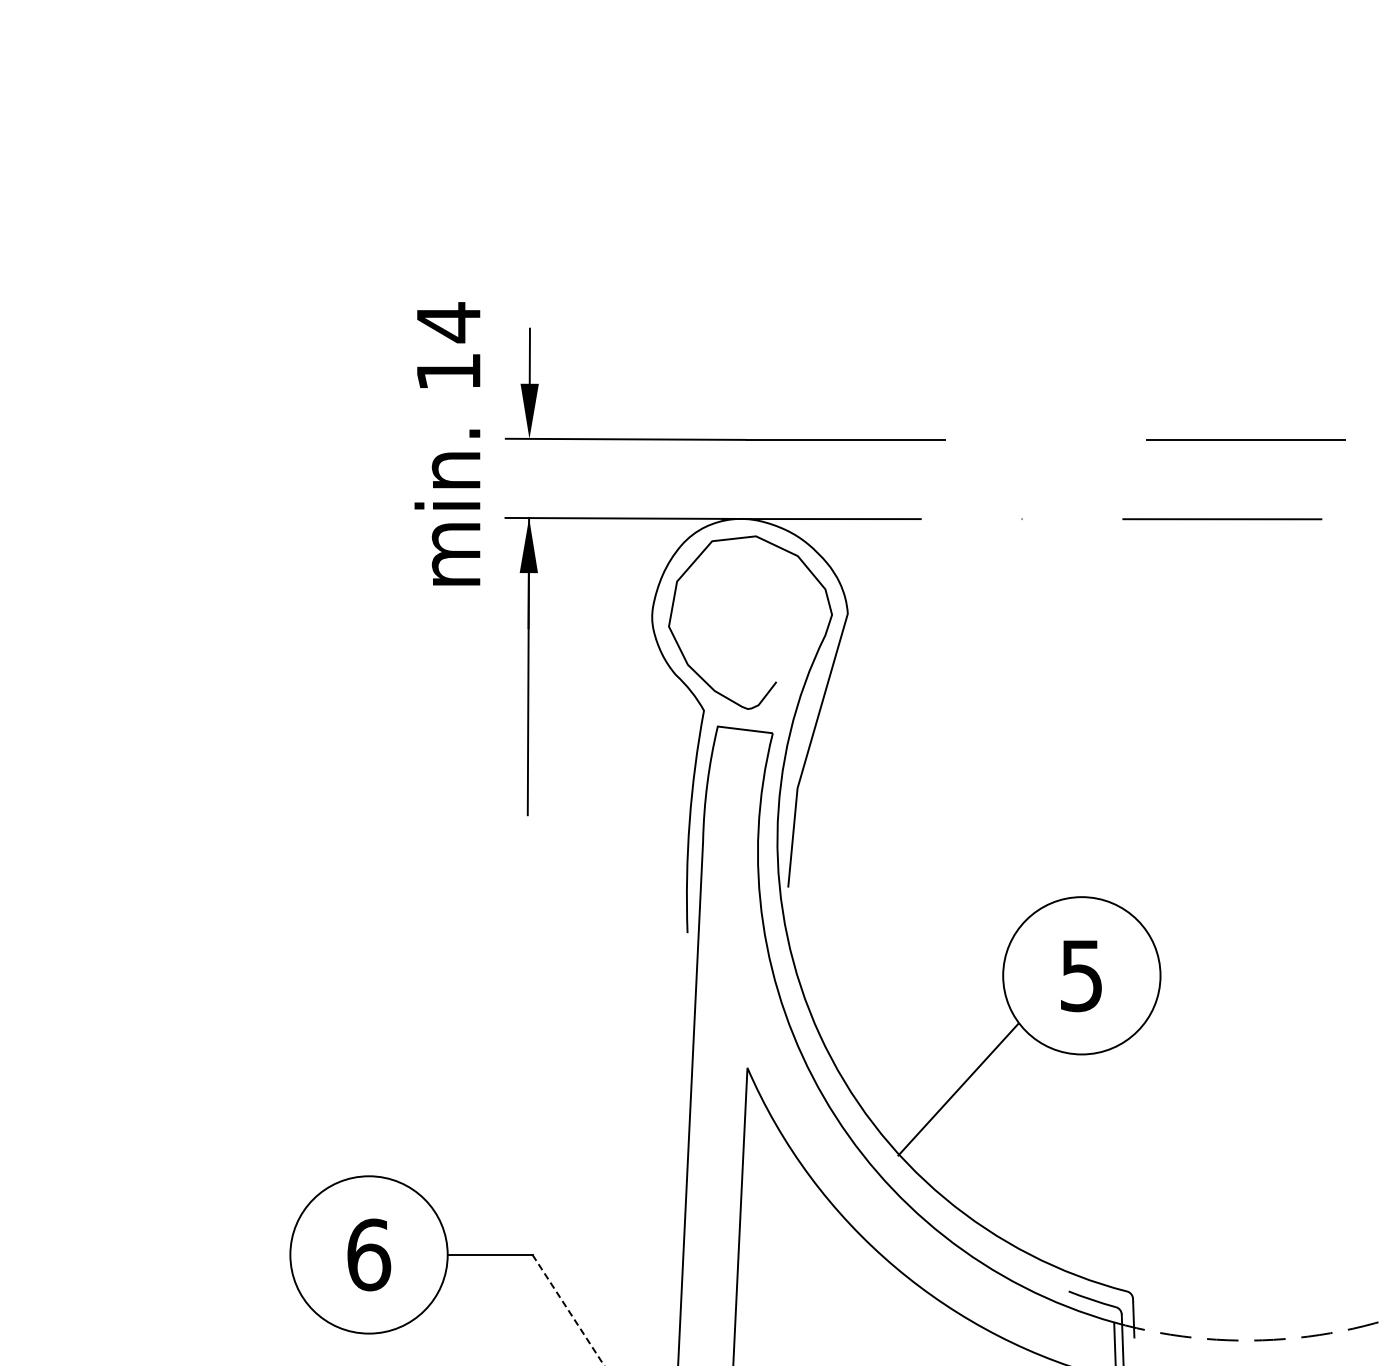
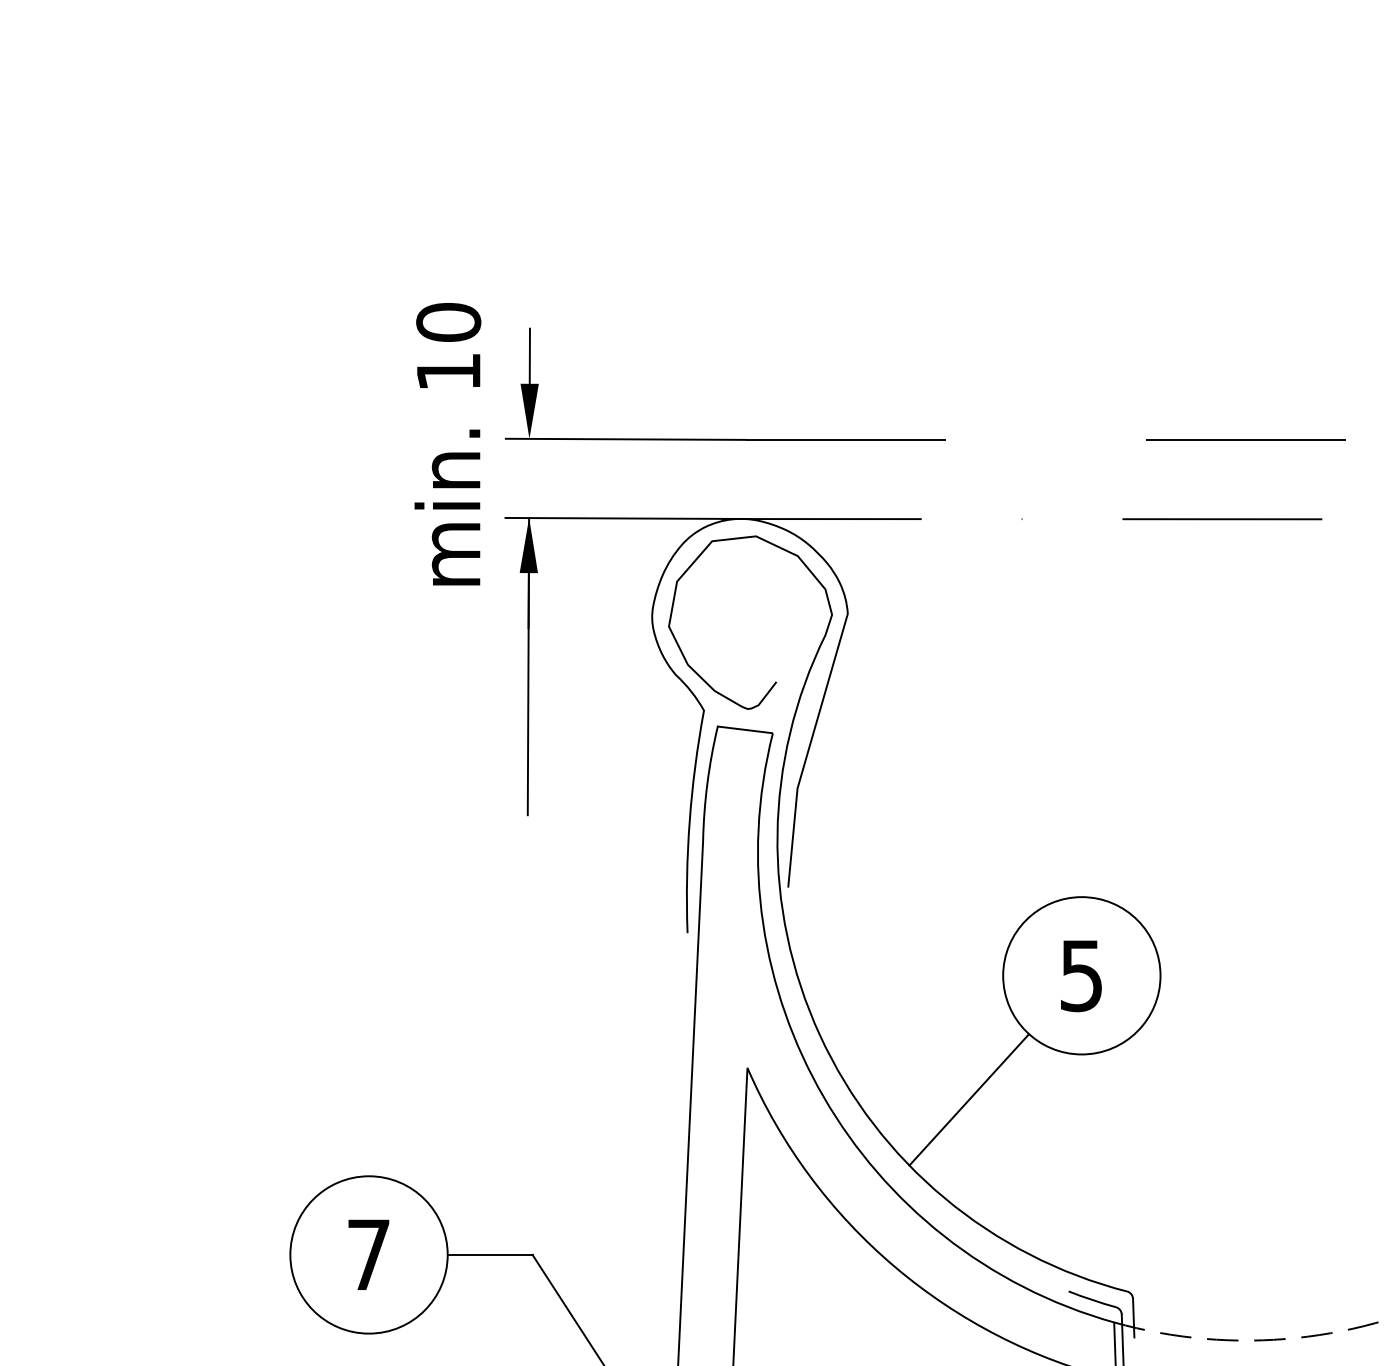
text at (448, 322): 14 -> 10
line at (958, 1089) position: (958, 1089) -> (969, 1099)
text at (369, 1254): 6 -> 7
line at (568, 1310): dashed -> solid
